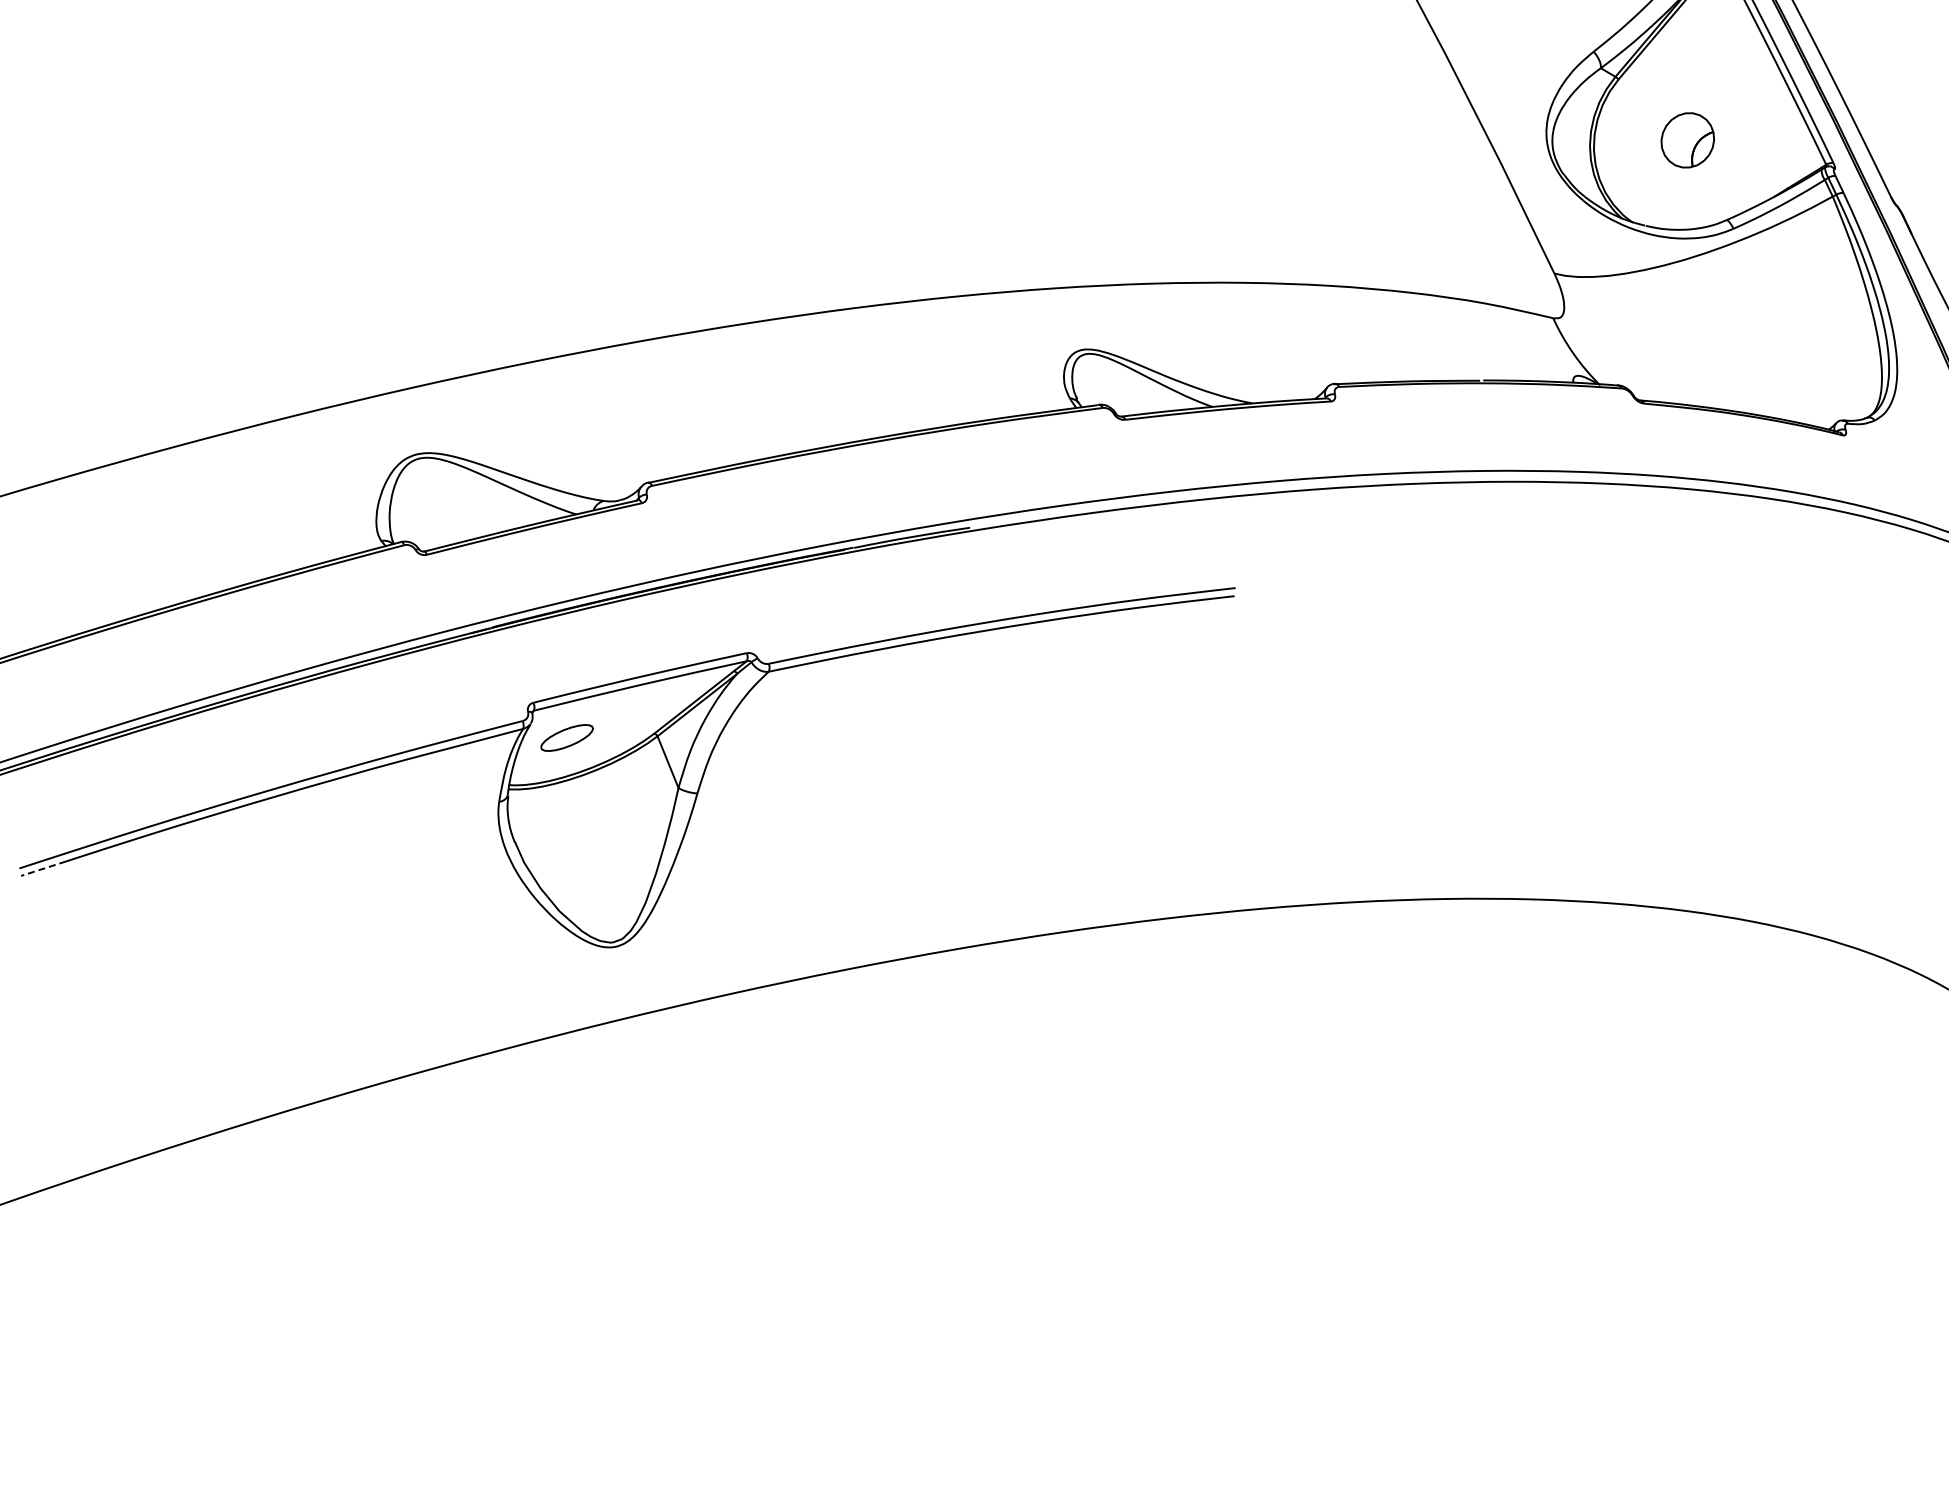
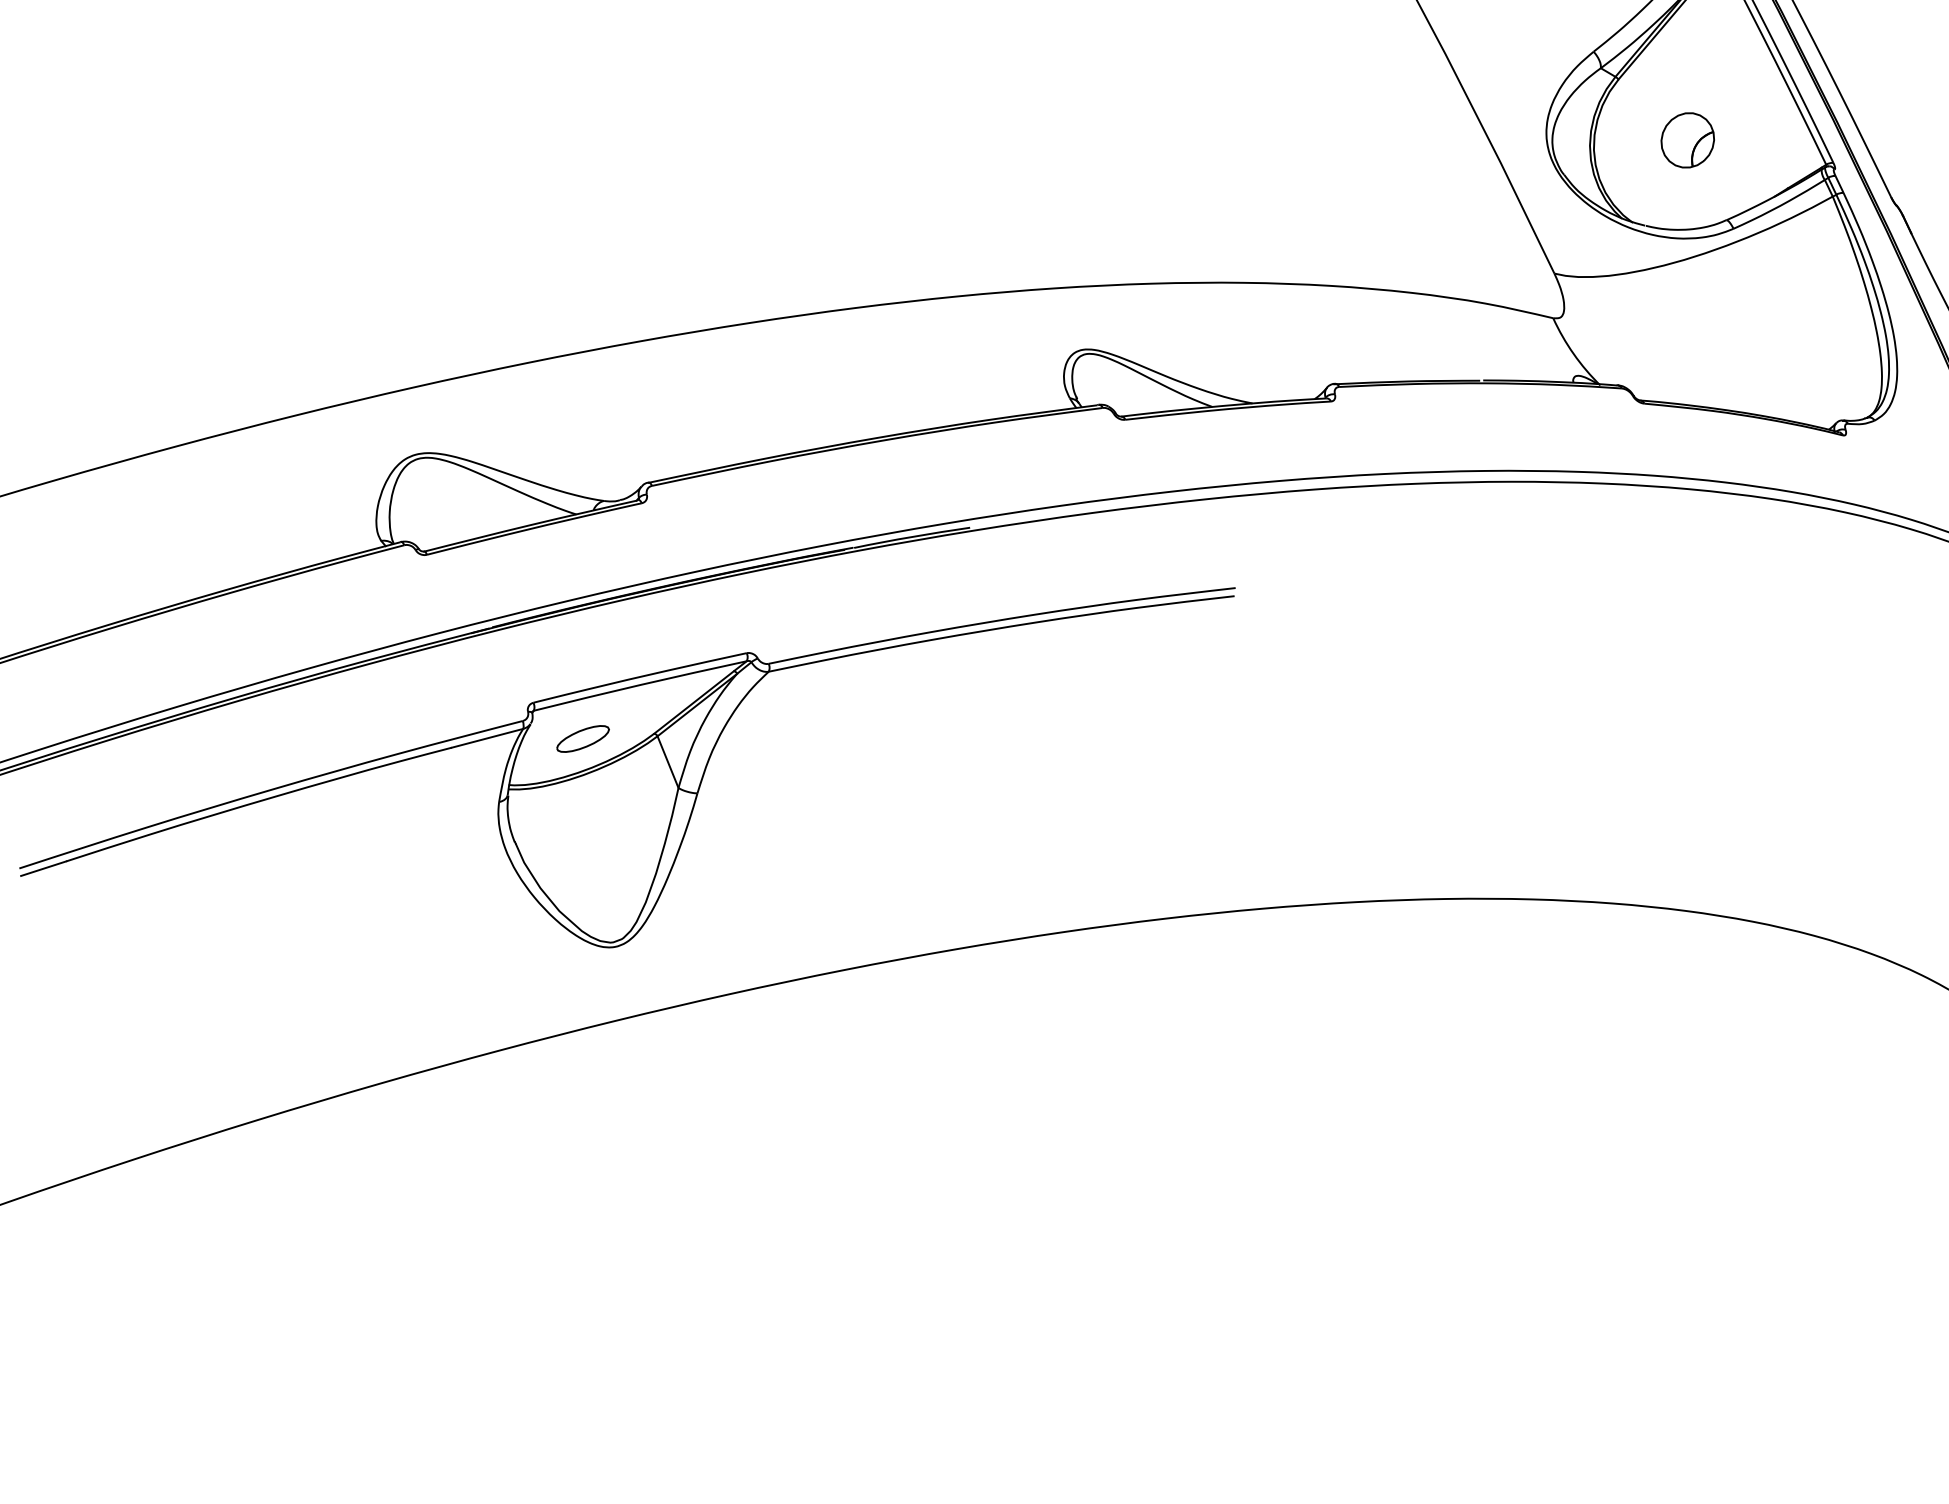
part at (566, 737) position: (566, 737) -> (582, 738)
line at (43, 868): dashed -> solid
